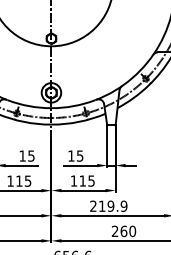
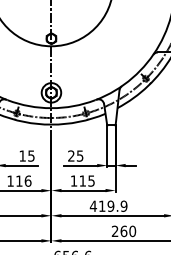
text at (71, 155): 15 -> 25
text at (27, 180): 115 -> 116
text at (93, 205): 219.9 -> 419.9
